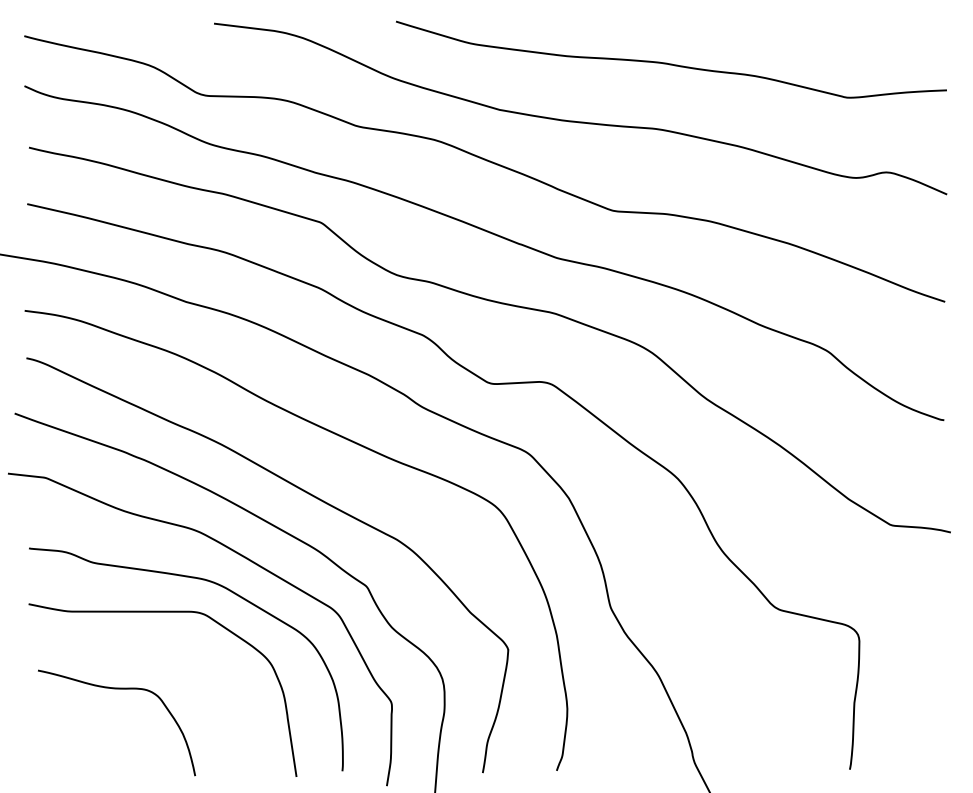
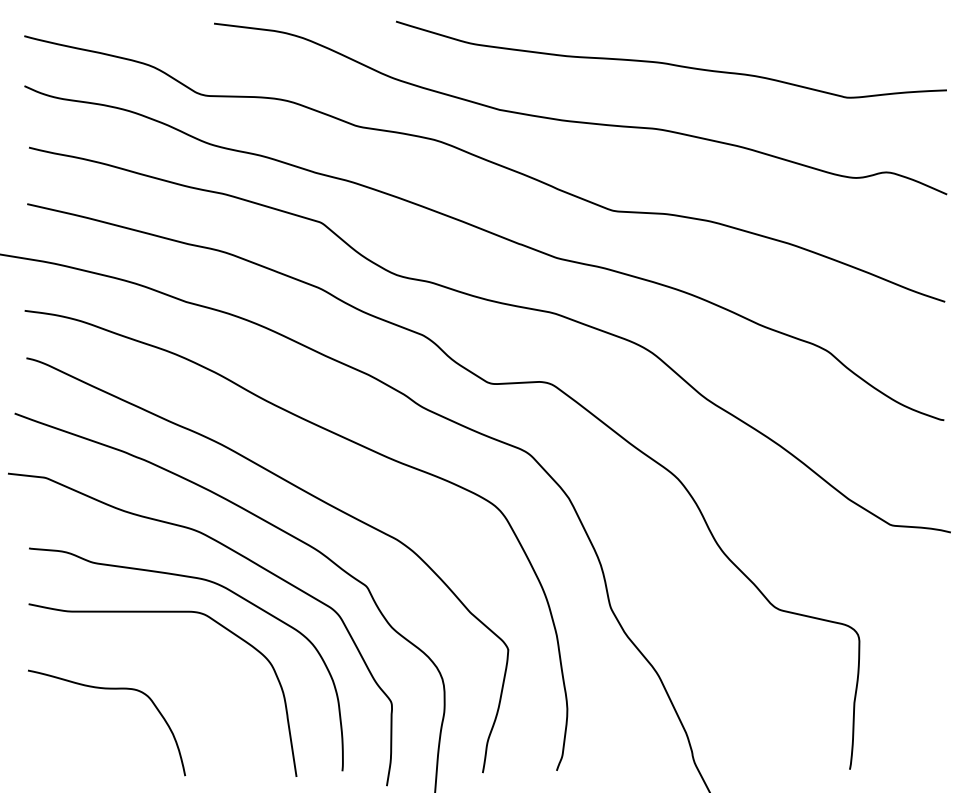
curve at (116, 689) position: (116, 689) -> (106, 689)
